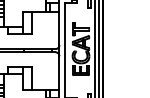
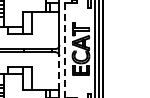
line at (65, 50): solid -> dashed
line at (59, 72): solid -> dashed
